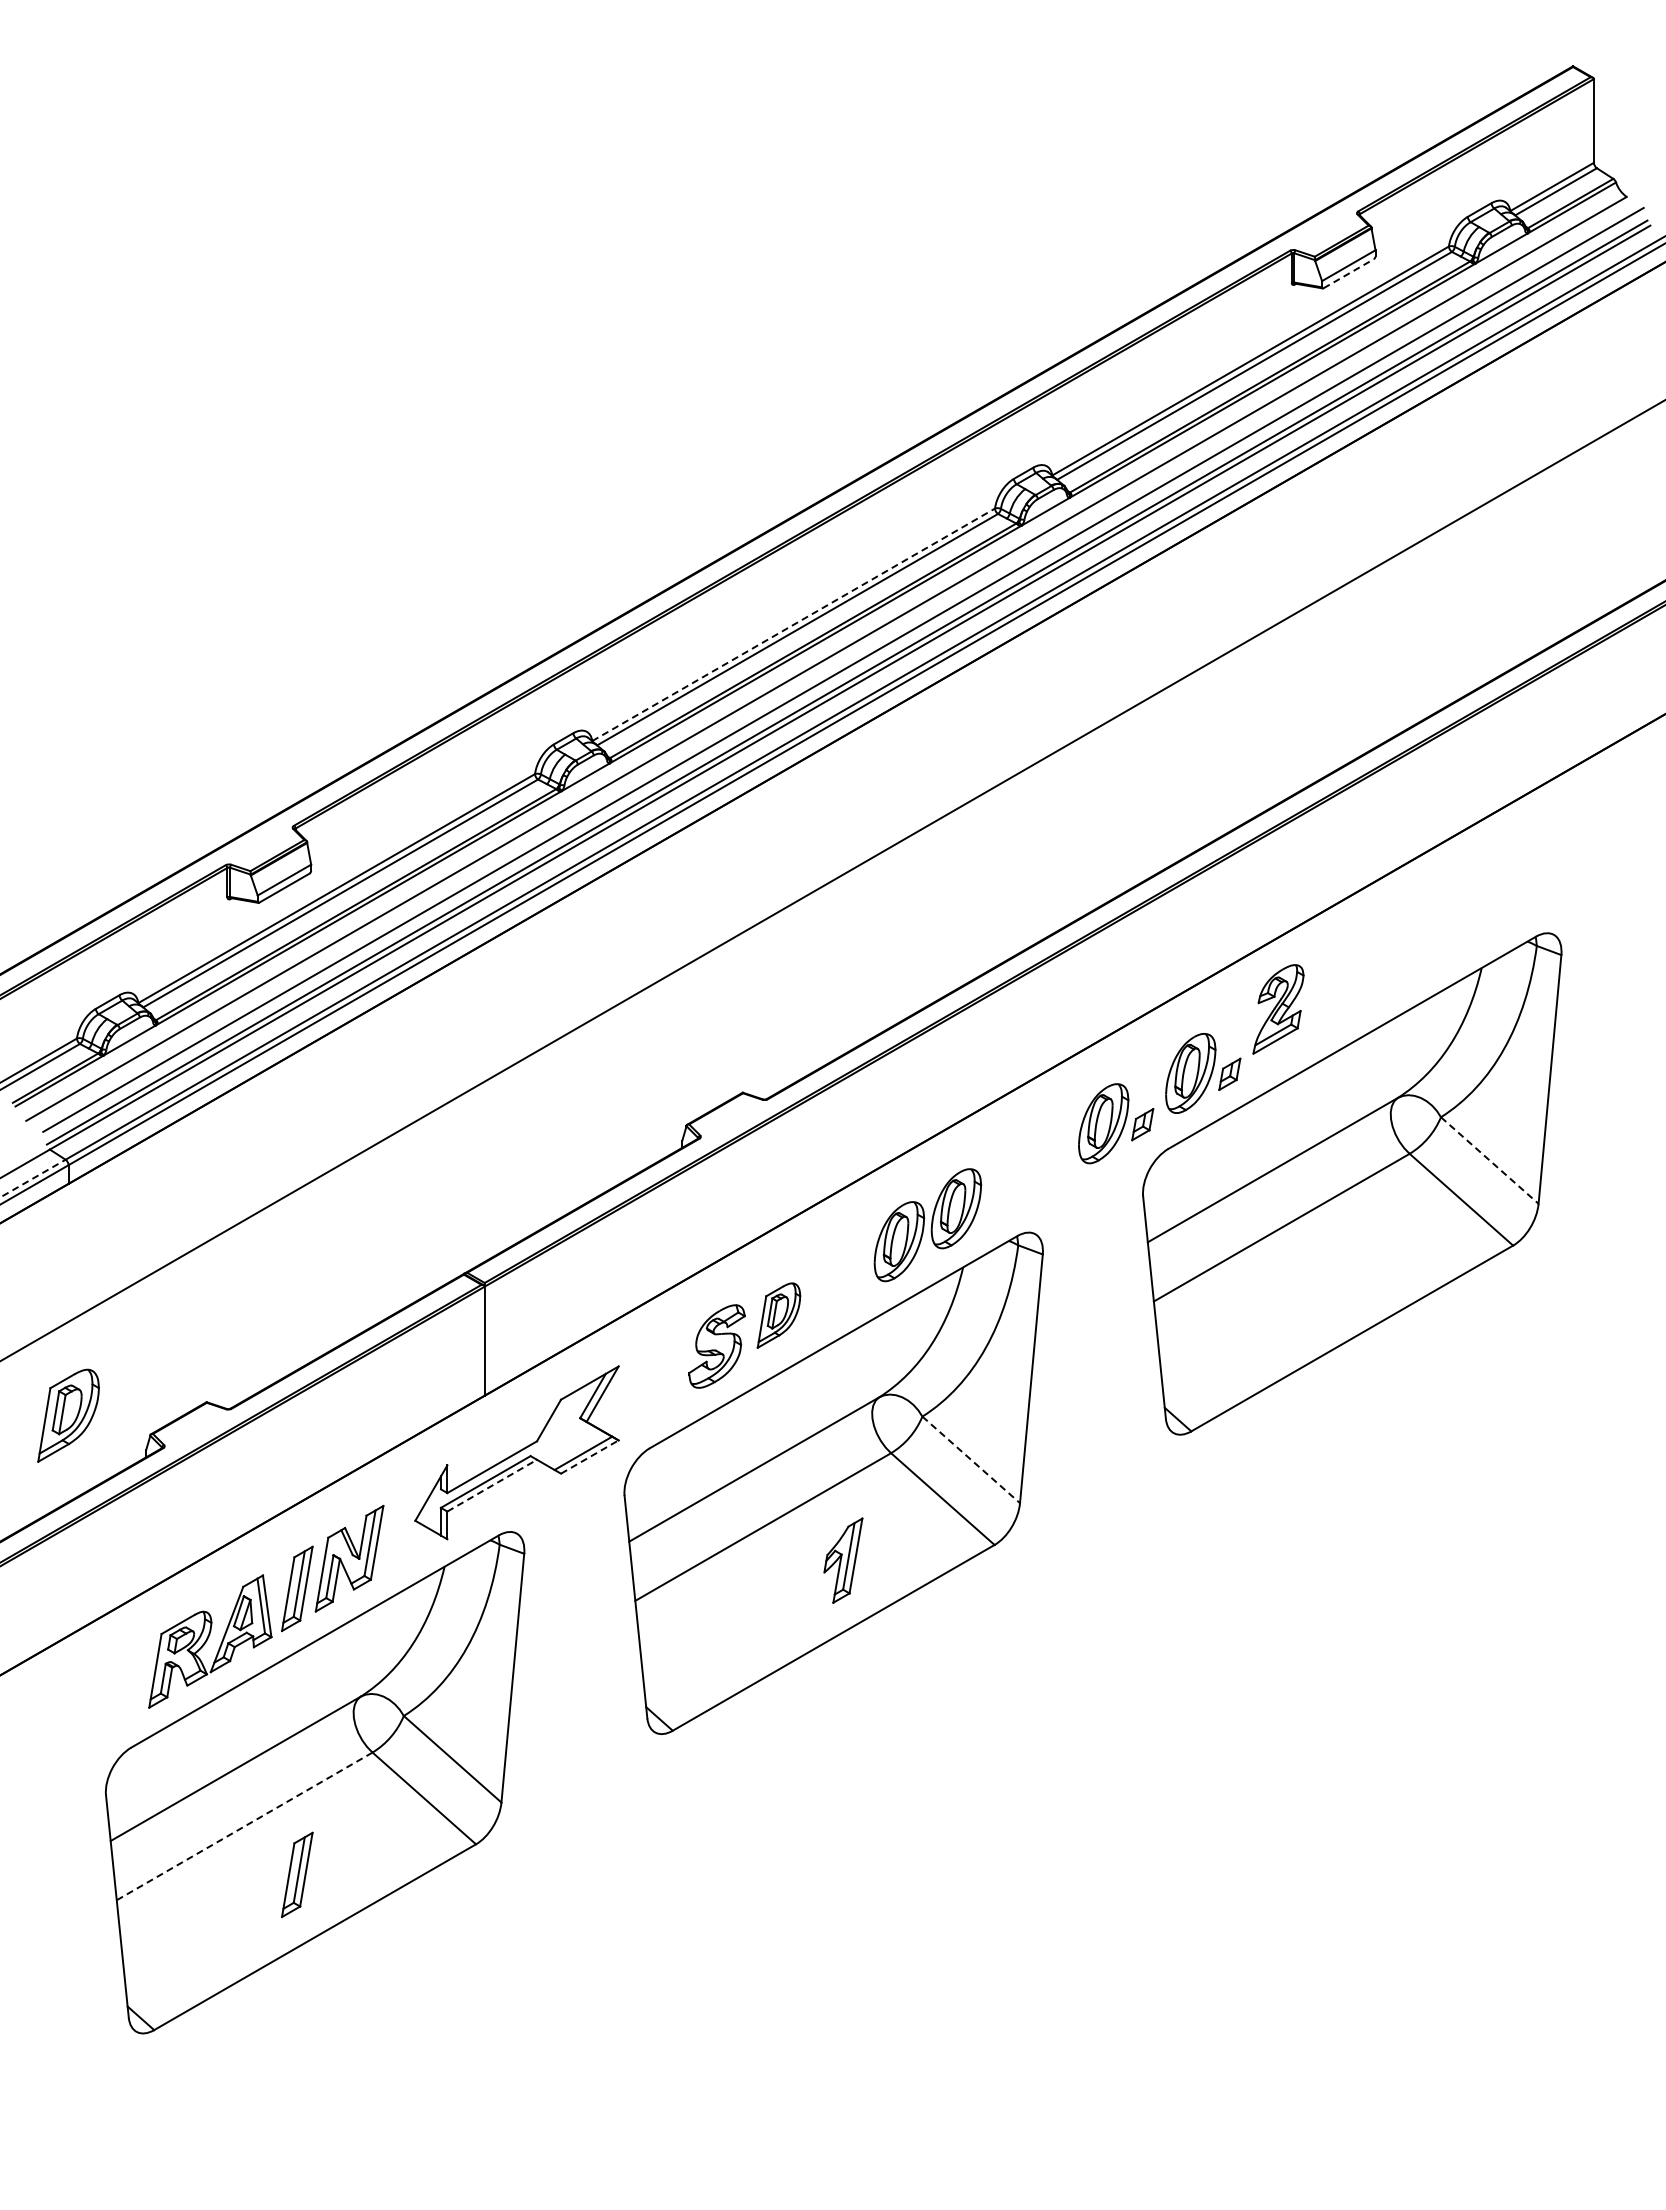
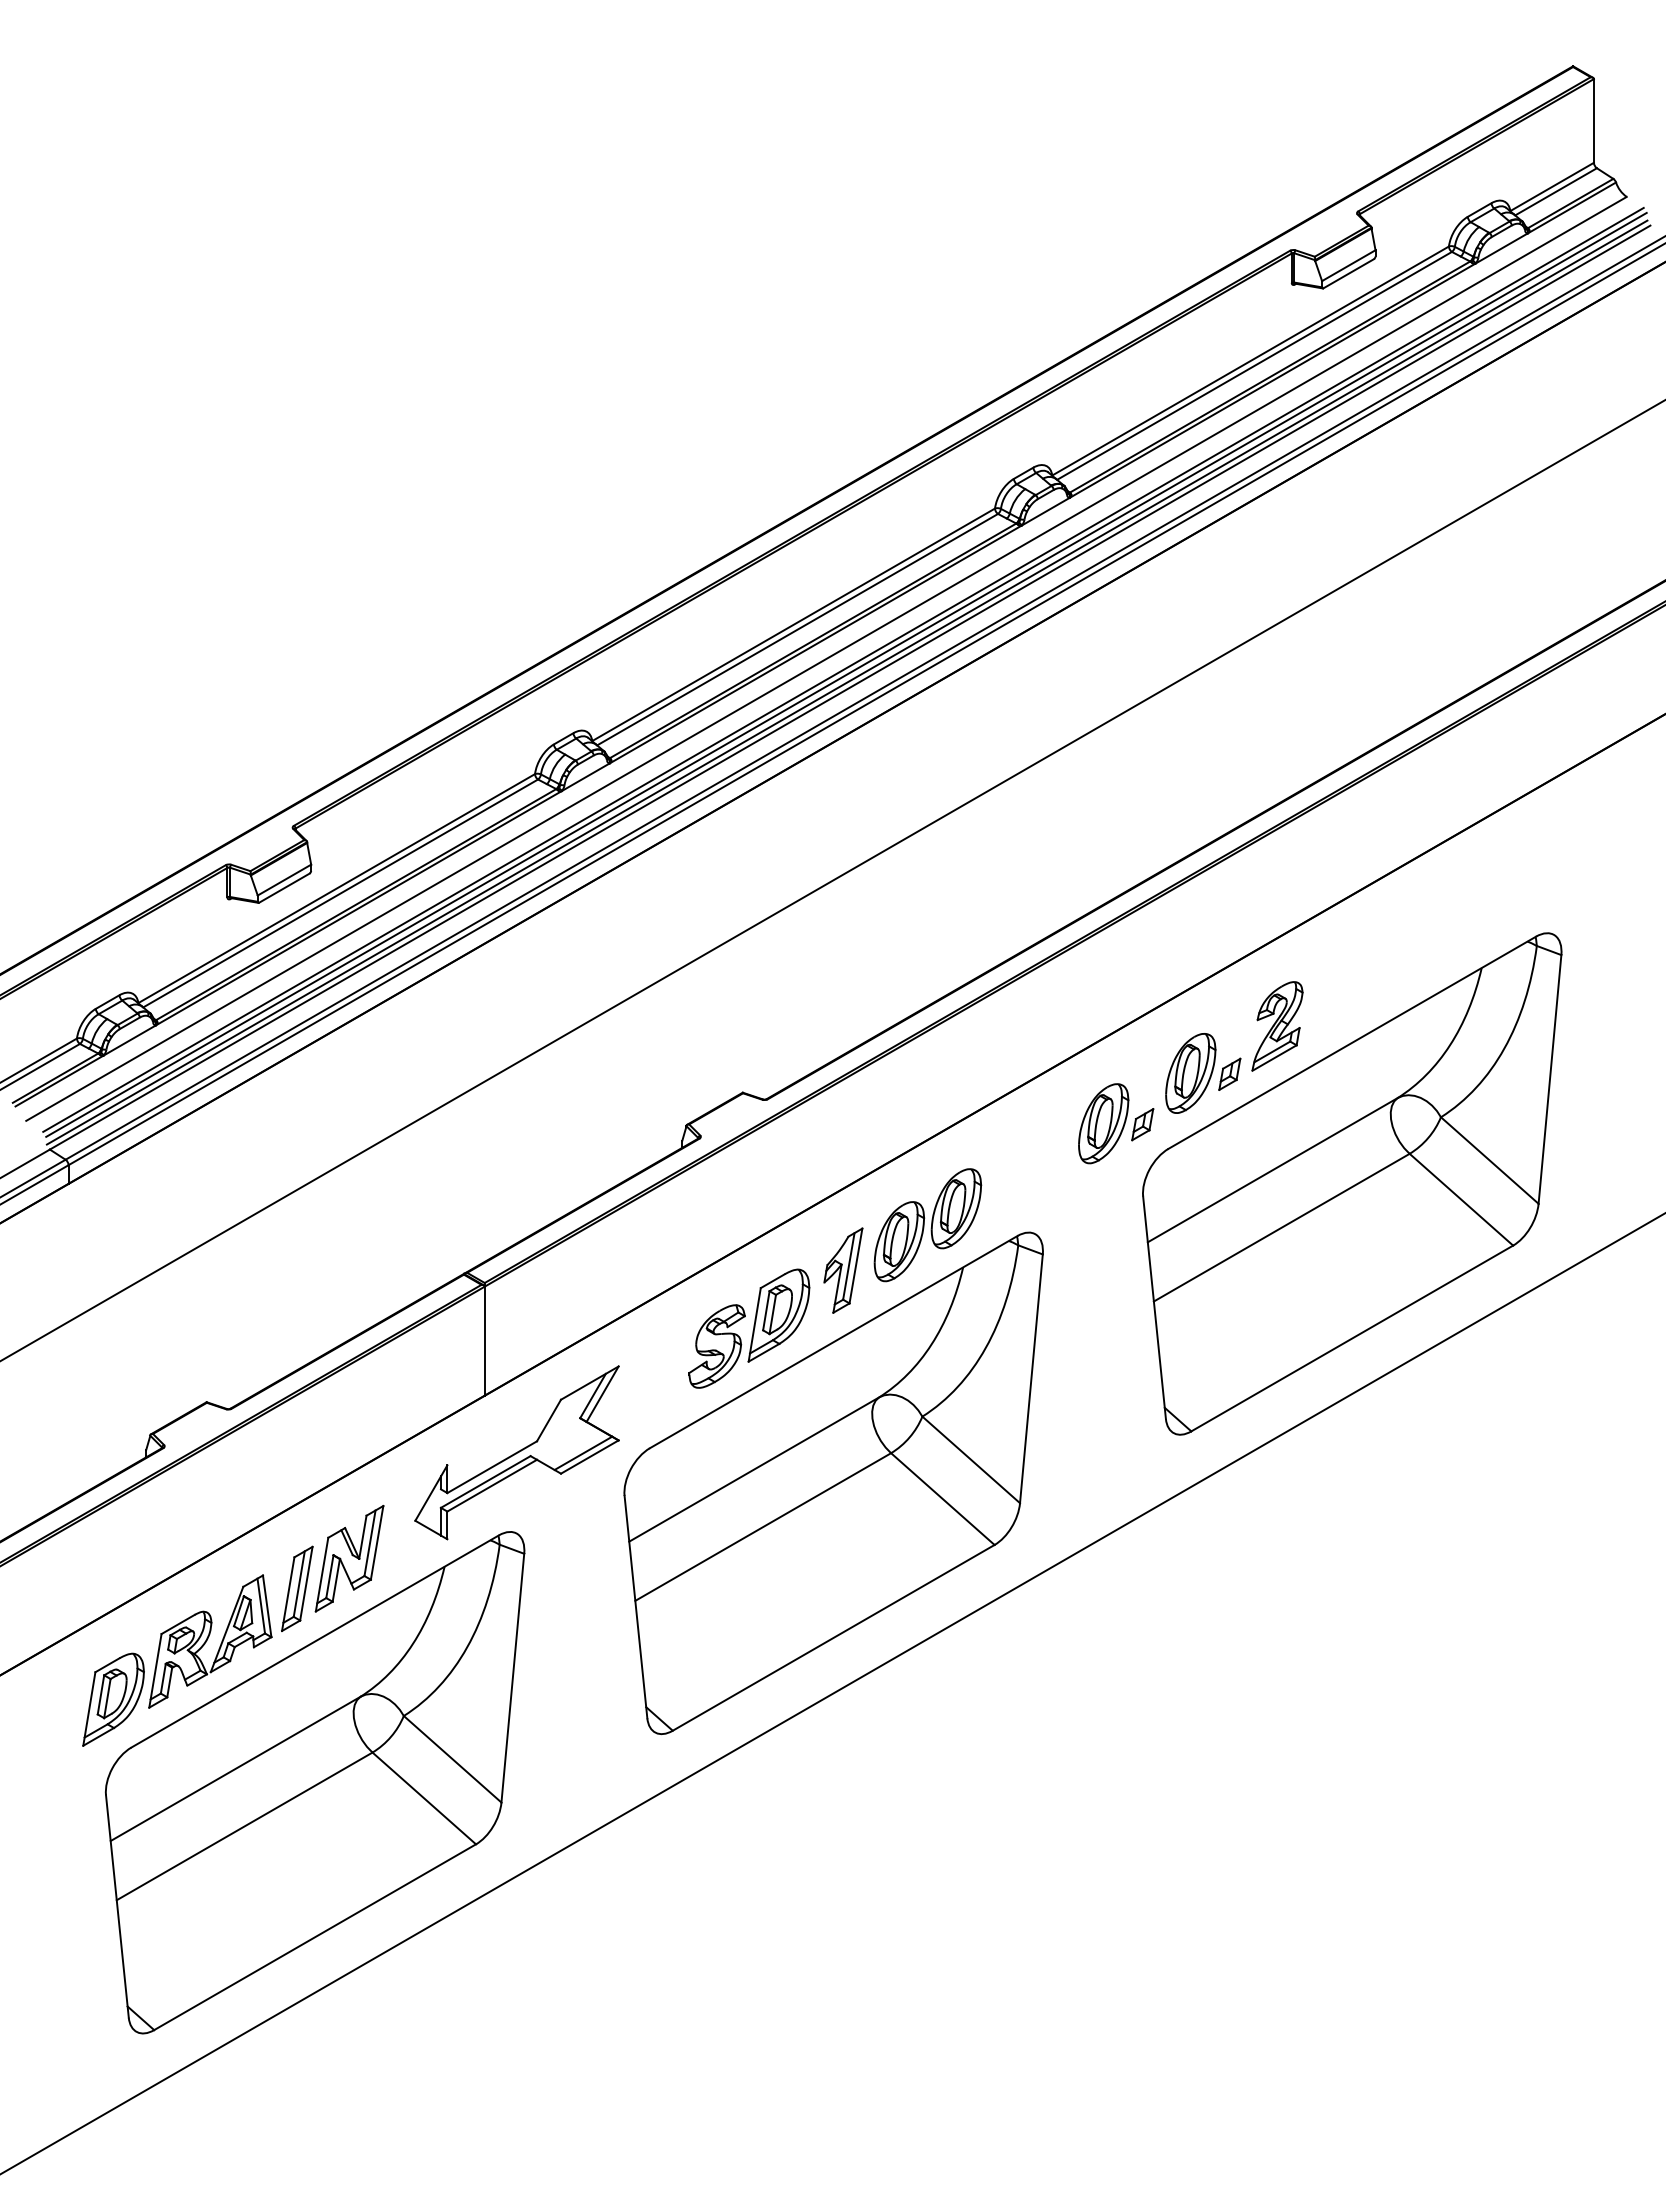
line at (1349, 273): dashed -> solid
line at (793, 624): dashed -> solid
line at (846, 674): none -> present
part at (1278, 1009) position: (1278, 1009) -> (1277, 1026)
line at (1490, 1160): dashed -> solid
line at (33, 1178): dashed -> solid
part at (778, 1315) size: 46x67 px -> 64x95 px
part at (68, 1415) position: (68, 1415) -> (113, 1699)
line at (590, 1456): dashed -> solid
line at (971, 1460): dashed -> solid
line at (492, 1485): dashed -> solid
part at (843, 1560) position: (843, 1560) -> (843, 1270)
line at (832, 1693): none -> present
line at (244, 1826): dashed -> solid
part at (297, 1874): present -> none
